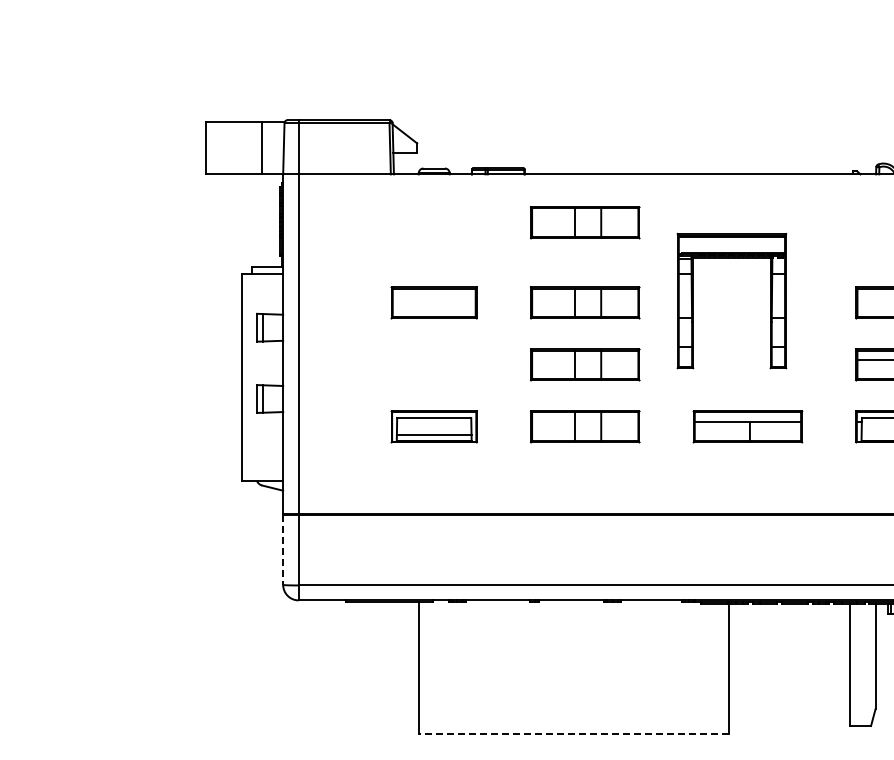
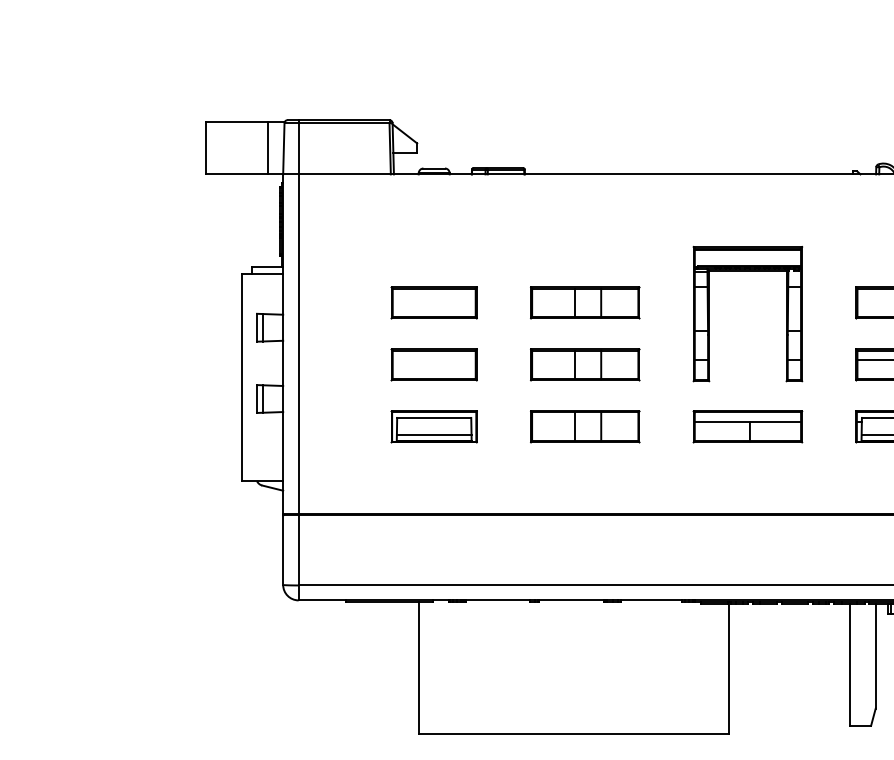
line at (261, 147) position: (261, 147) -> (267, 147)
part at (585, 222): present -> none
part at (693, 301) position: (693, 301) -> (709, 314)
part at (433, 364): none -> present
line at (875, 434): none -> present
line at (283, 550): dashed -> solid
line at (573, 733): dashed -> solid
